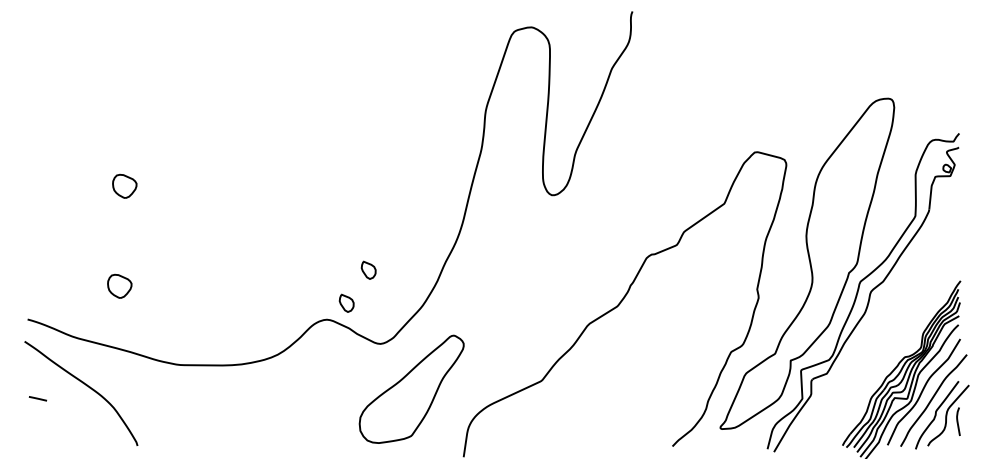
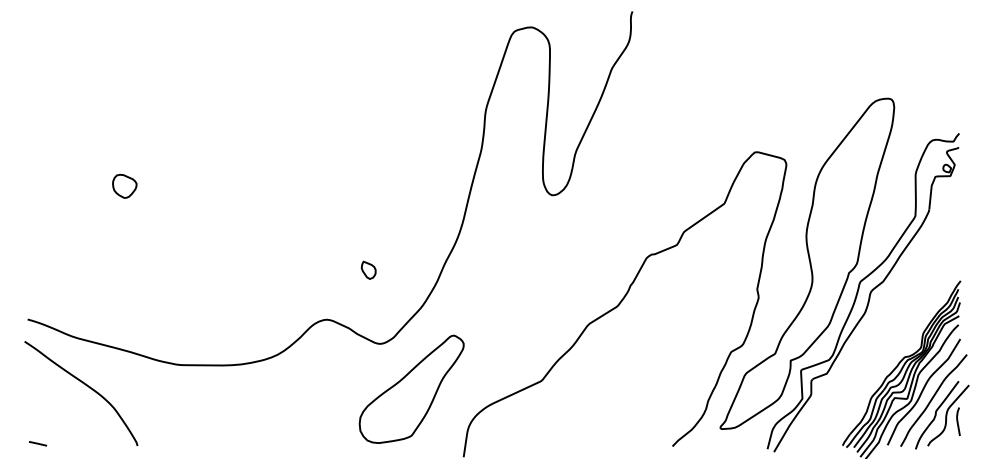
part at (119, 285): present -> none
part at (346, 302): present -> none
line at (37, 398) position: (37, 398) -> (37, 443)
